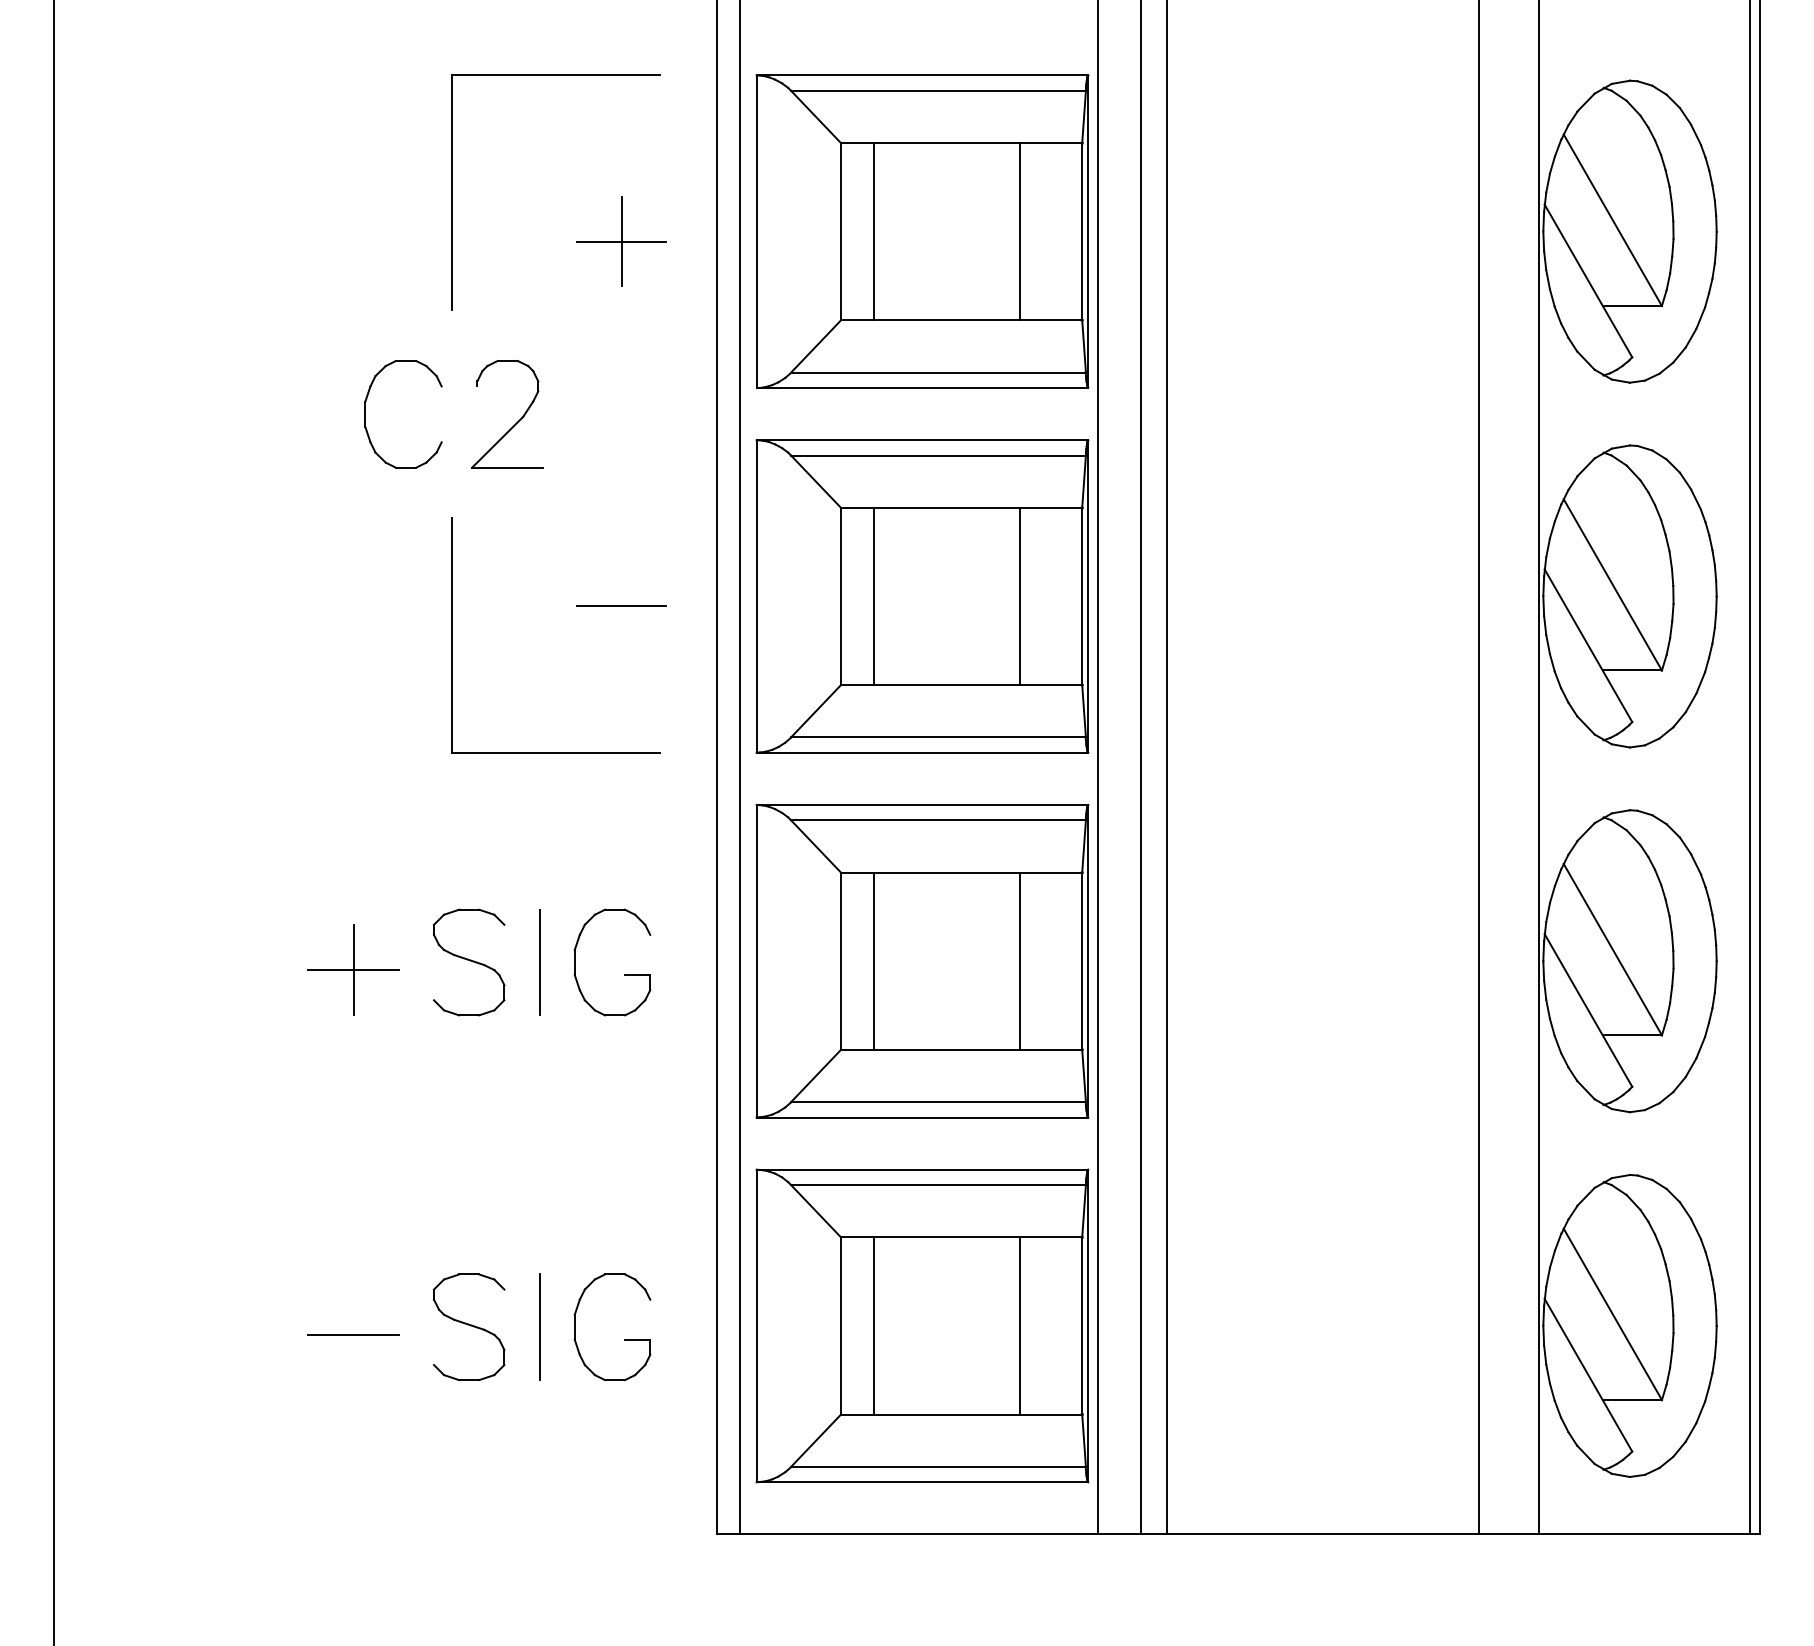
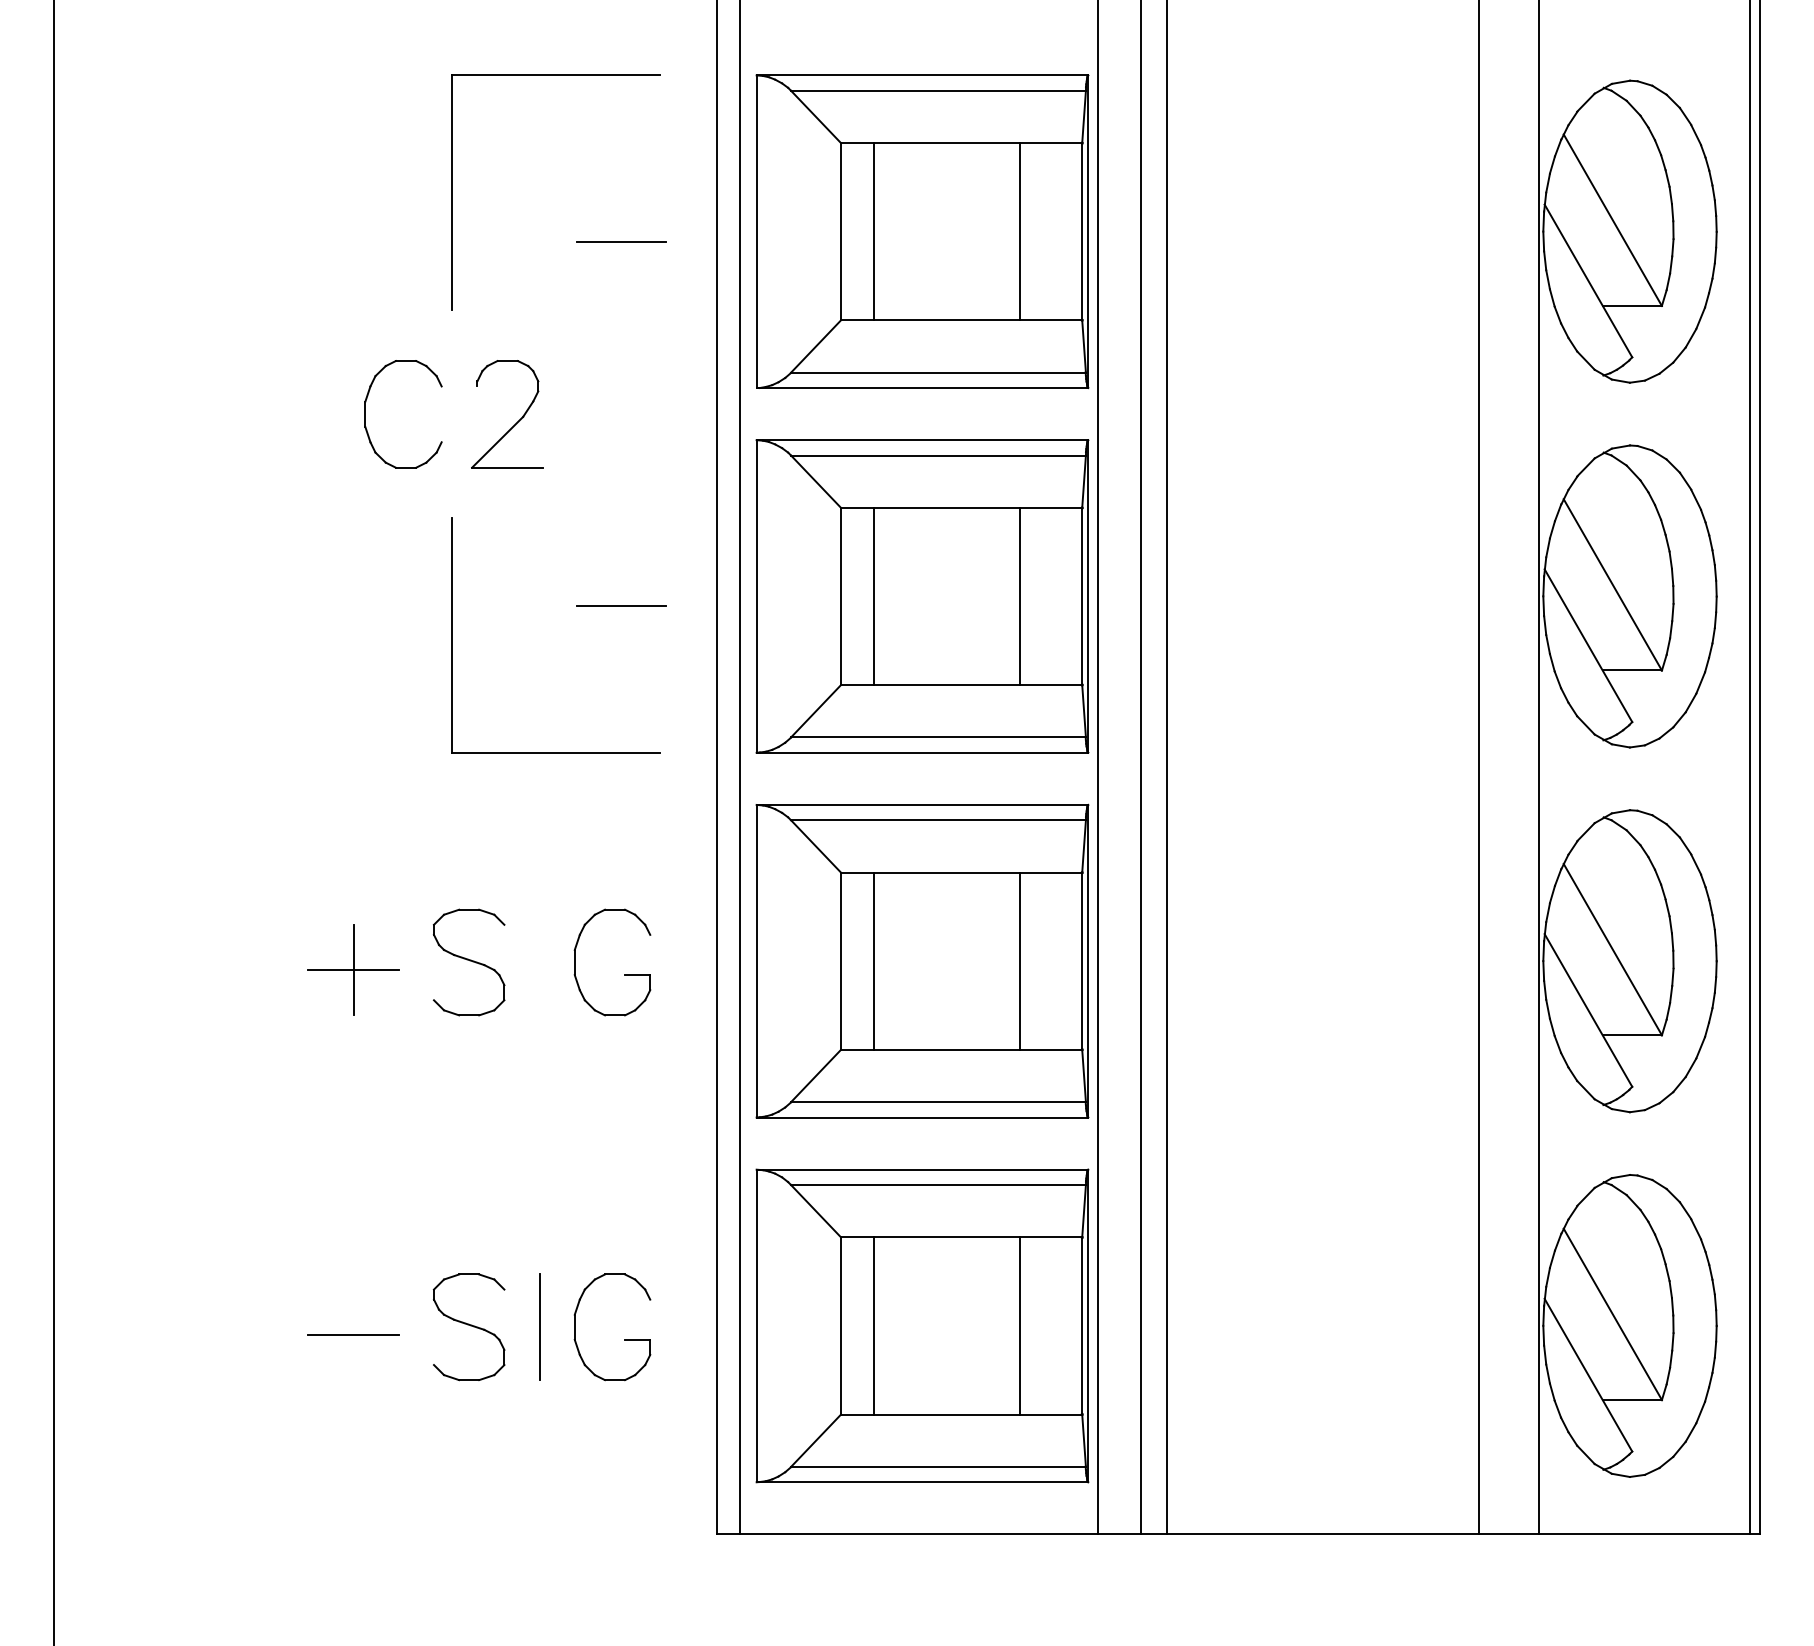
line at (621, 241): present -> none
line at (539, 962): present -> none
